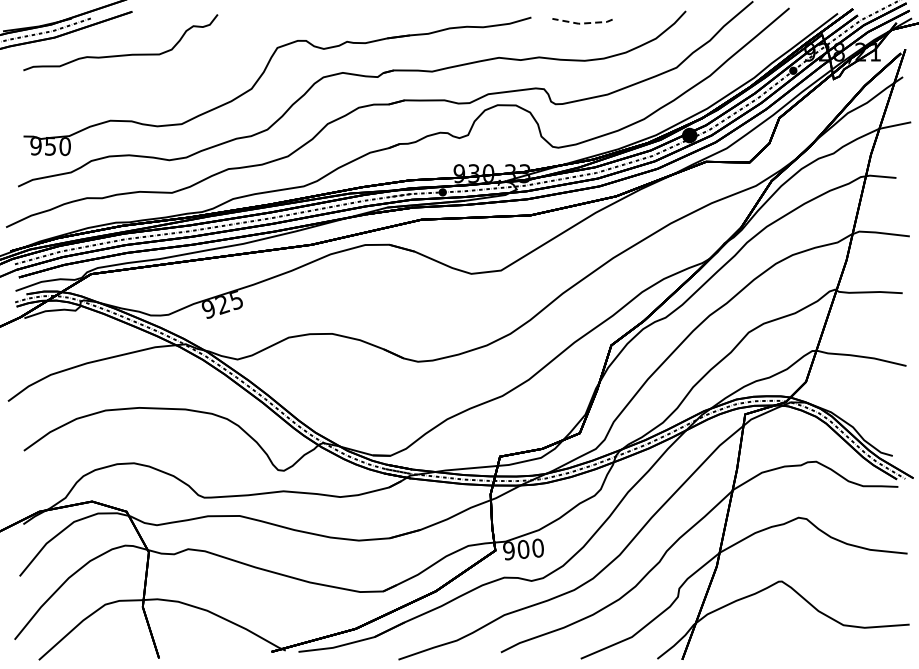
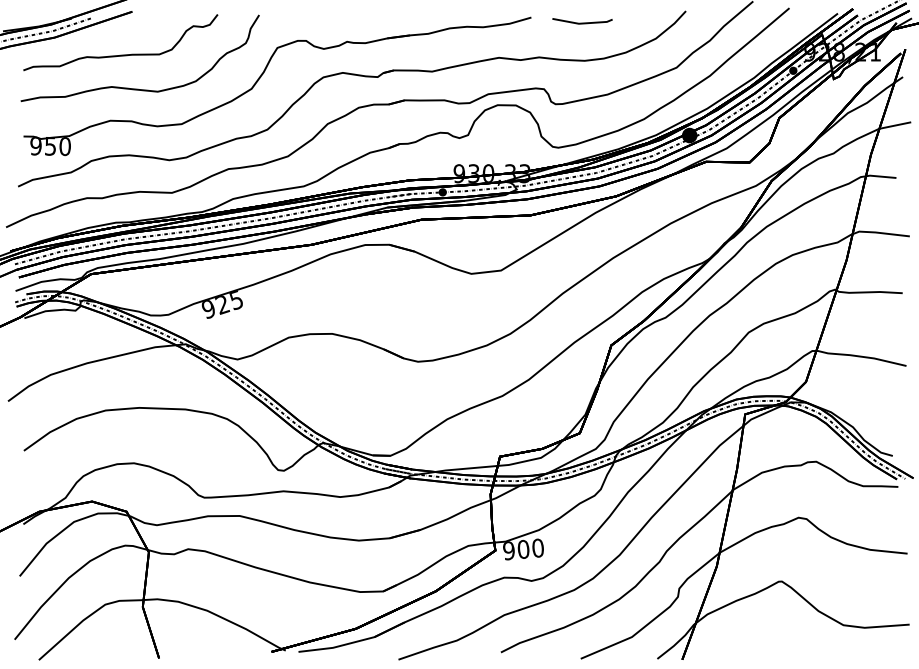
line at (582, 23): dashed -> solid
curve at (138, 88): none -> present
